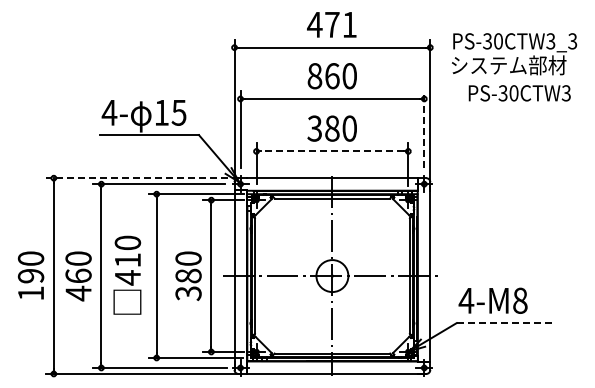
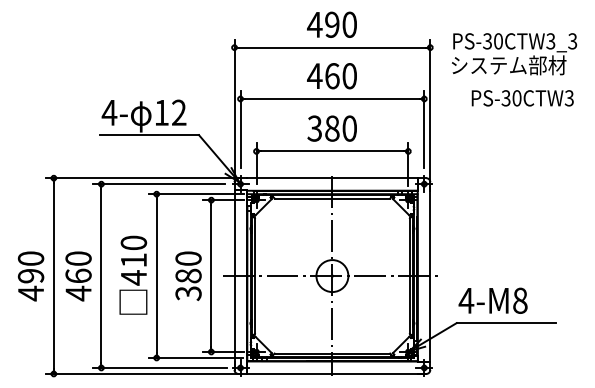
text at (340, 24): 471 -> 490
text at (314, 76): 860 -> 460
text at (519, 93) position: (519, 93) -> (522, 98)
text at (178, 112): 15 -> 12
line at (424, 129): dashed -> solid
line at (331, 151): dashed -> solid
line at (141, 178): dashed -> solid
text at (127, 274) position: (127, 274) -> (133, 274)
text at (30, 293): 190 -> 490
line at (506, 323): dashed -> solid
